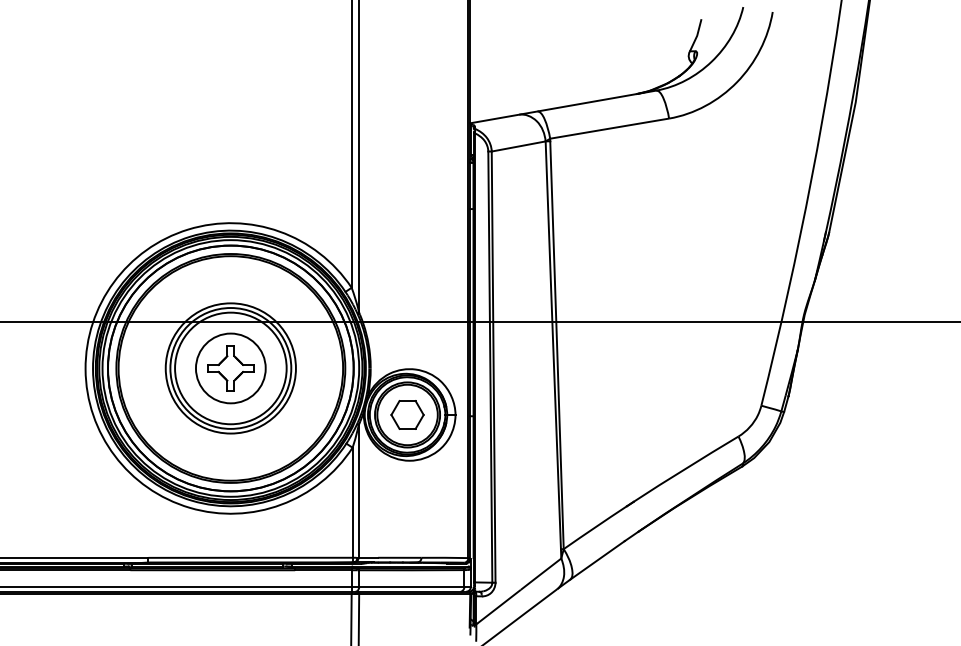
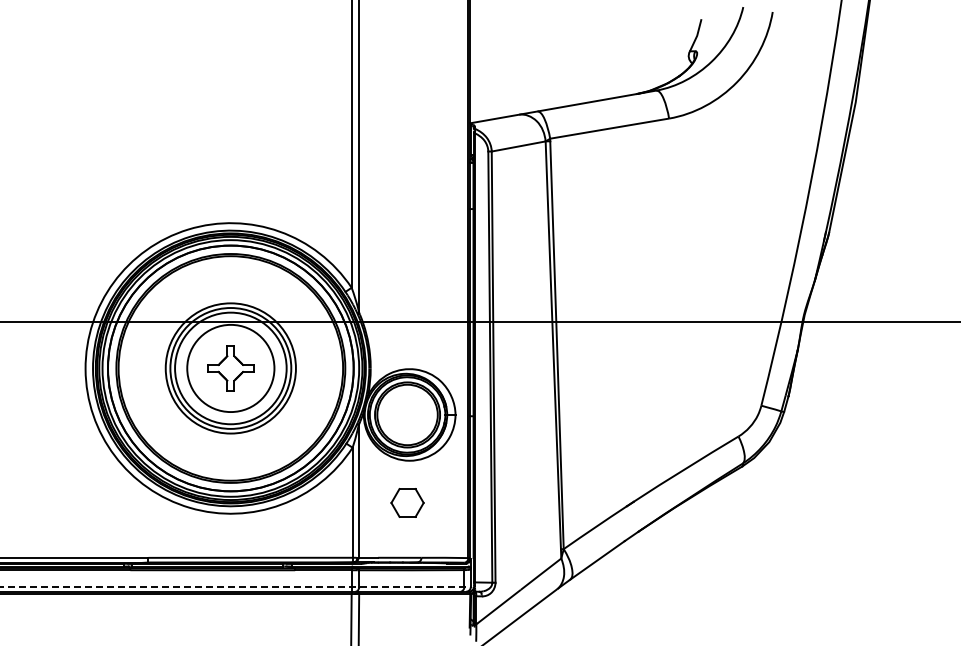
circle at (230, 368) diameter: 70 px -> 87 px
part at (407, 414) position: (407, 414) -> (407, 502)
line at (235, 587): solid -> dashed
